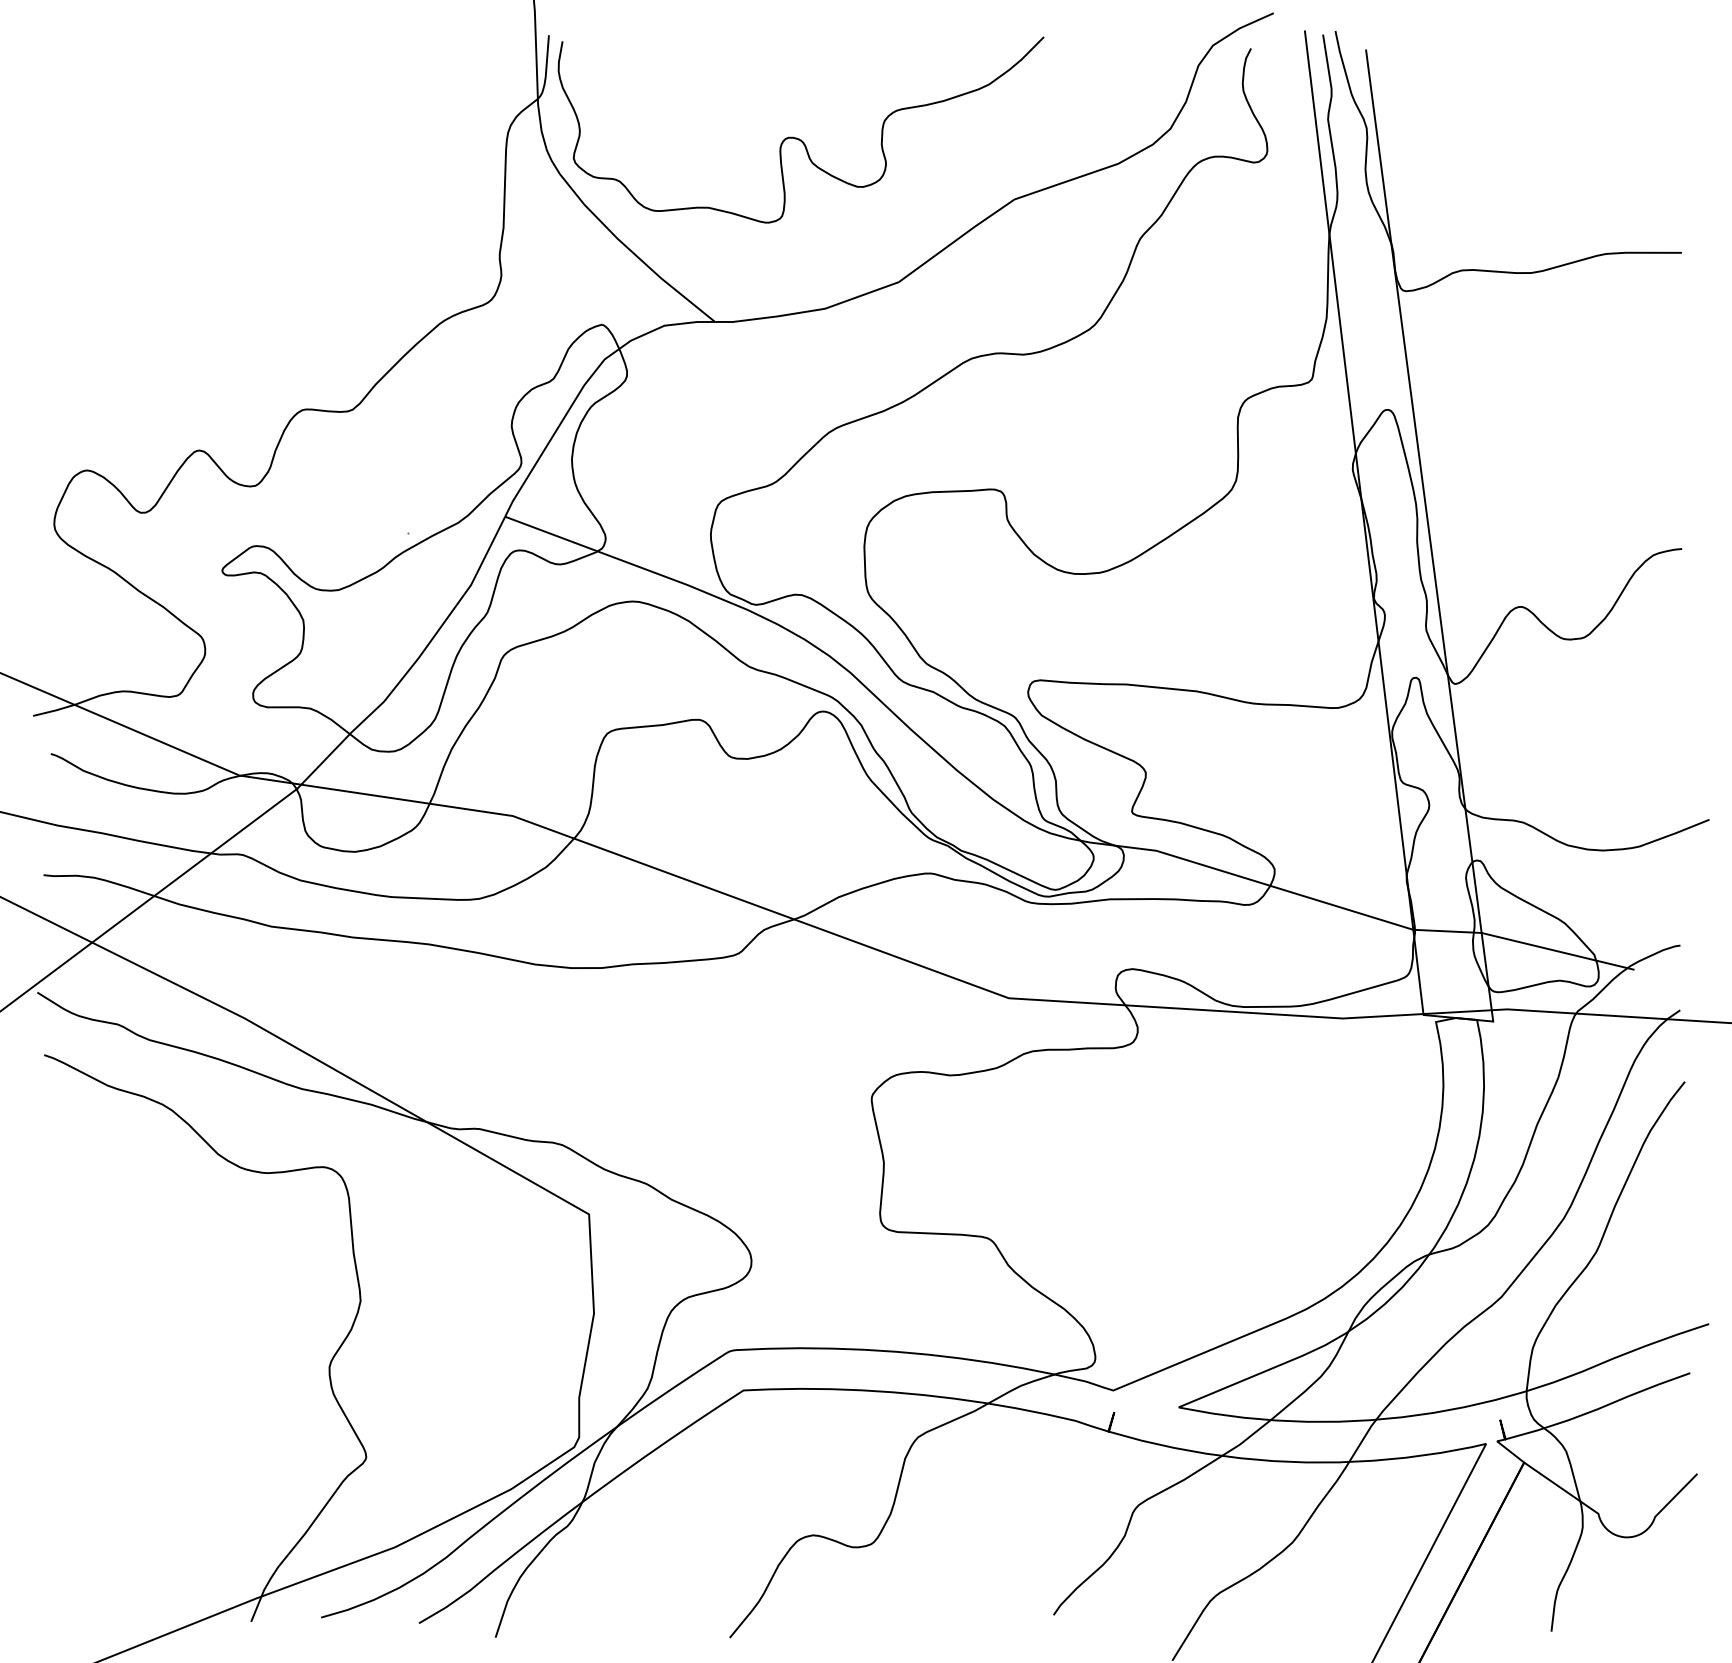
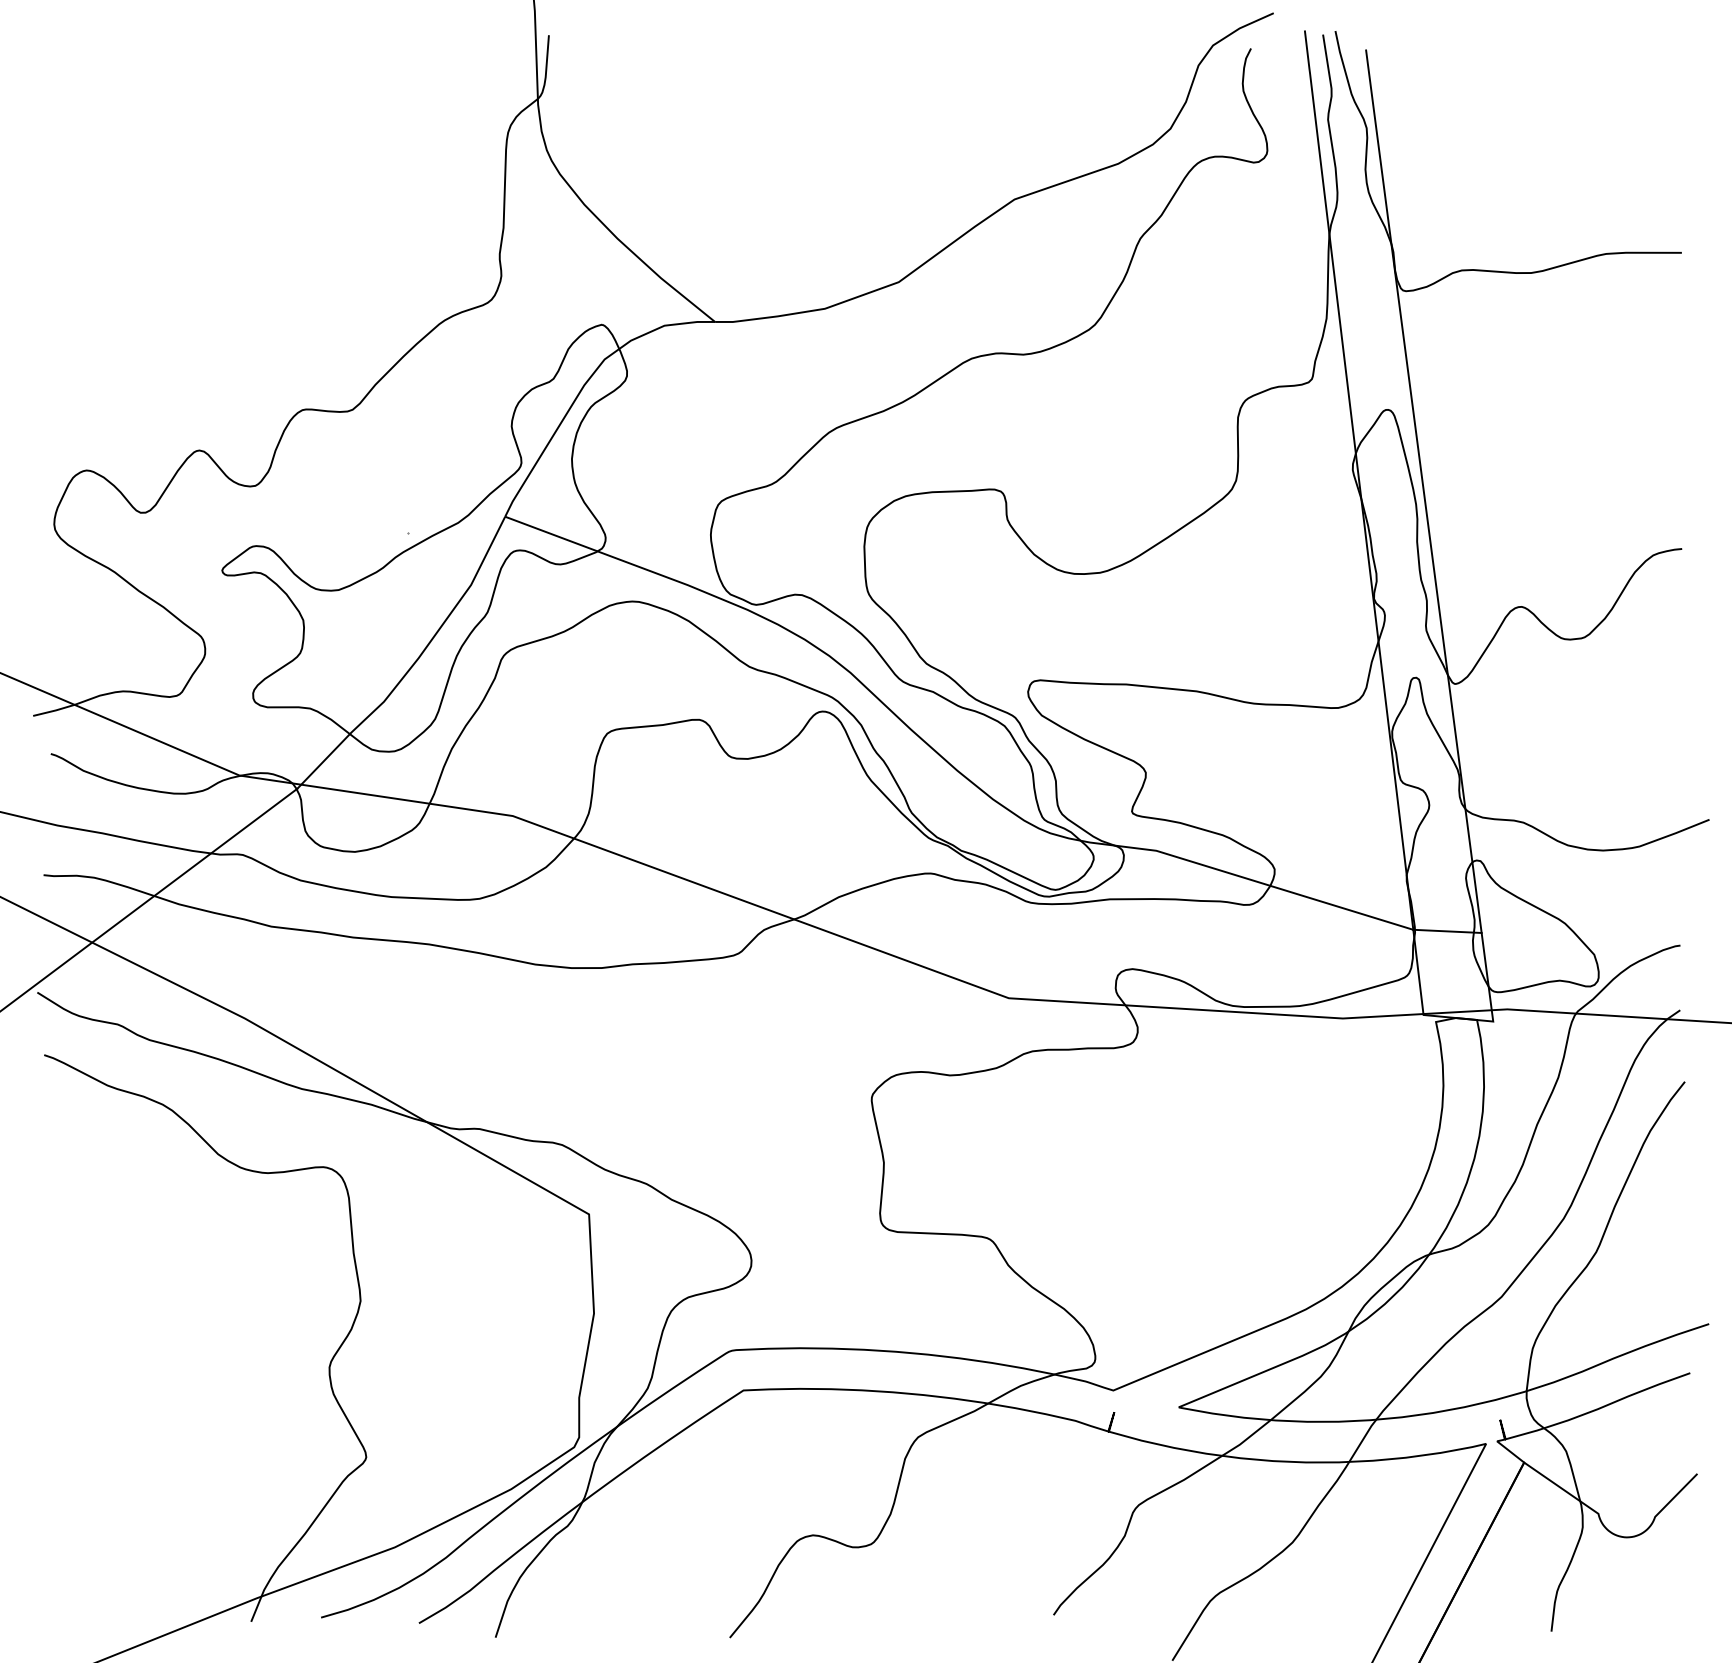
curve at (796, 137): present -> none
line at (1557, 950): present -> none
